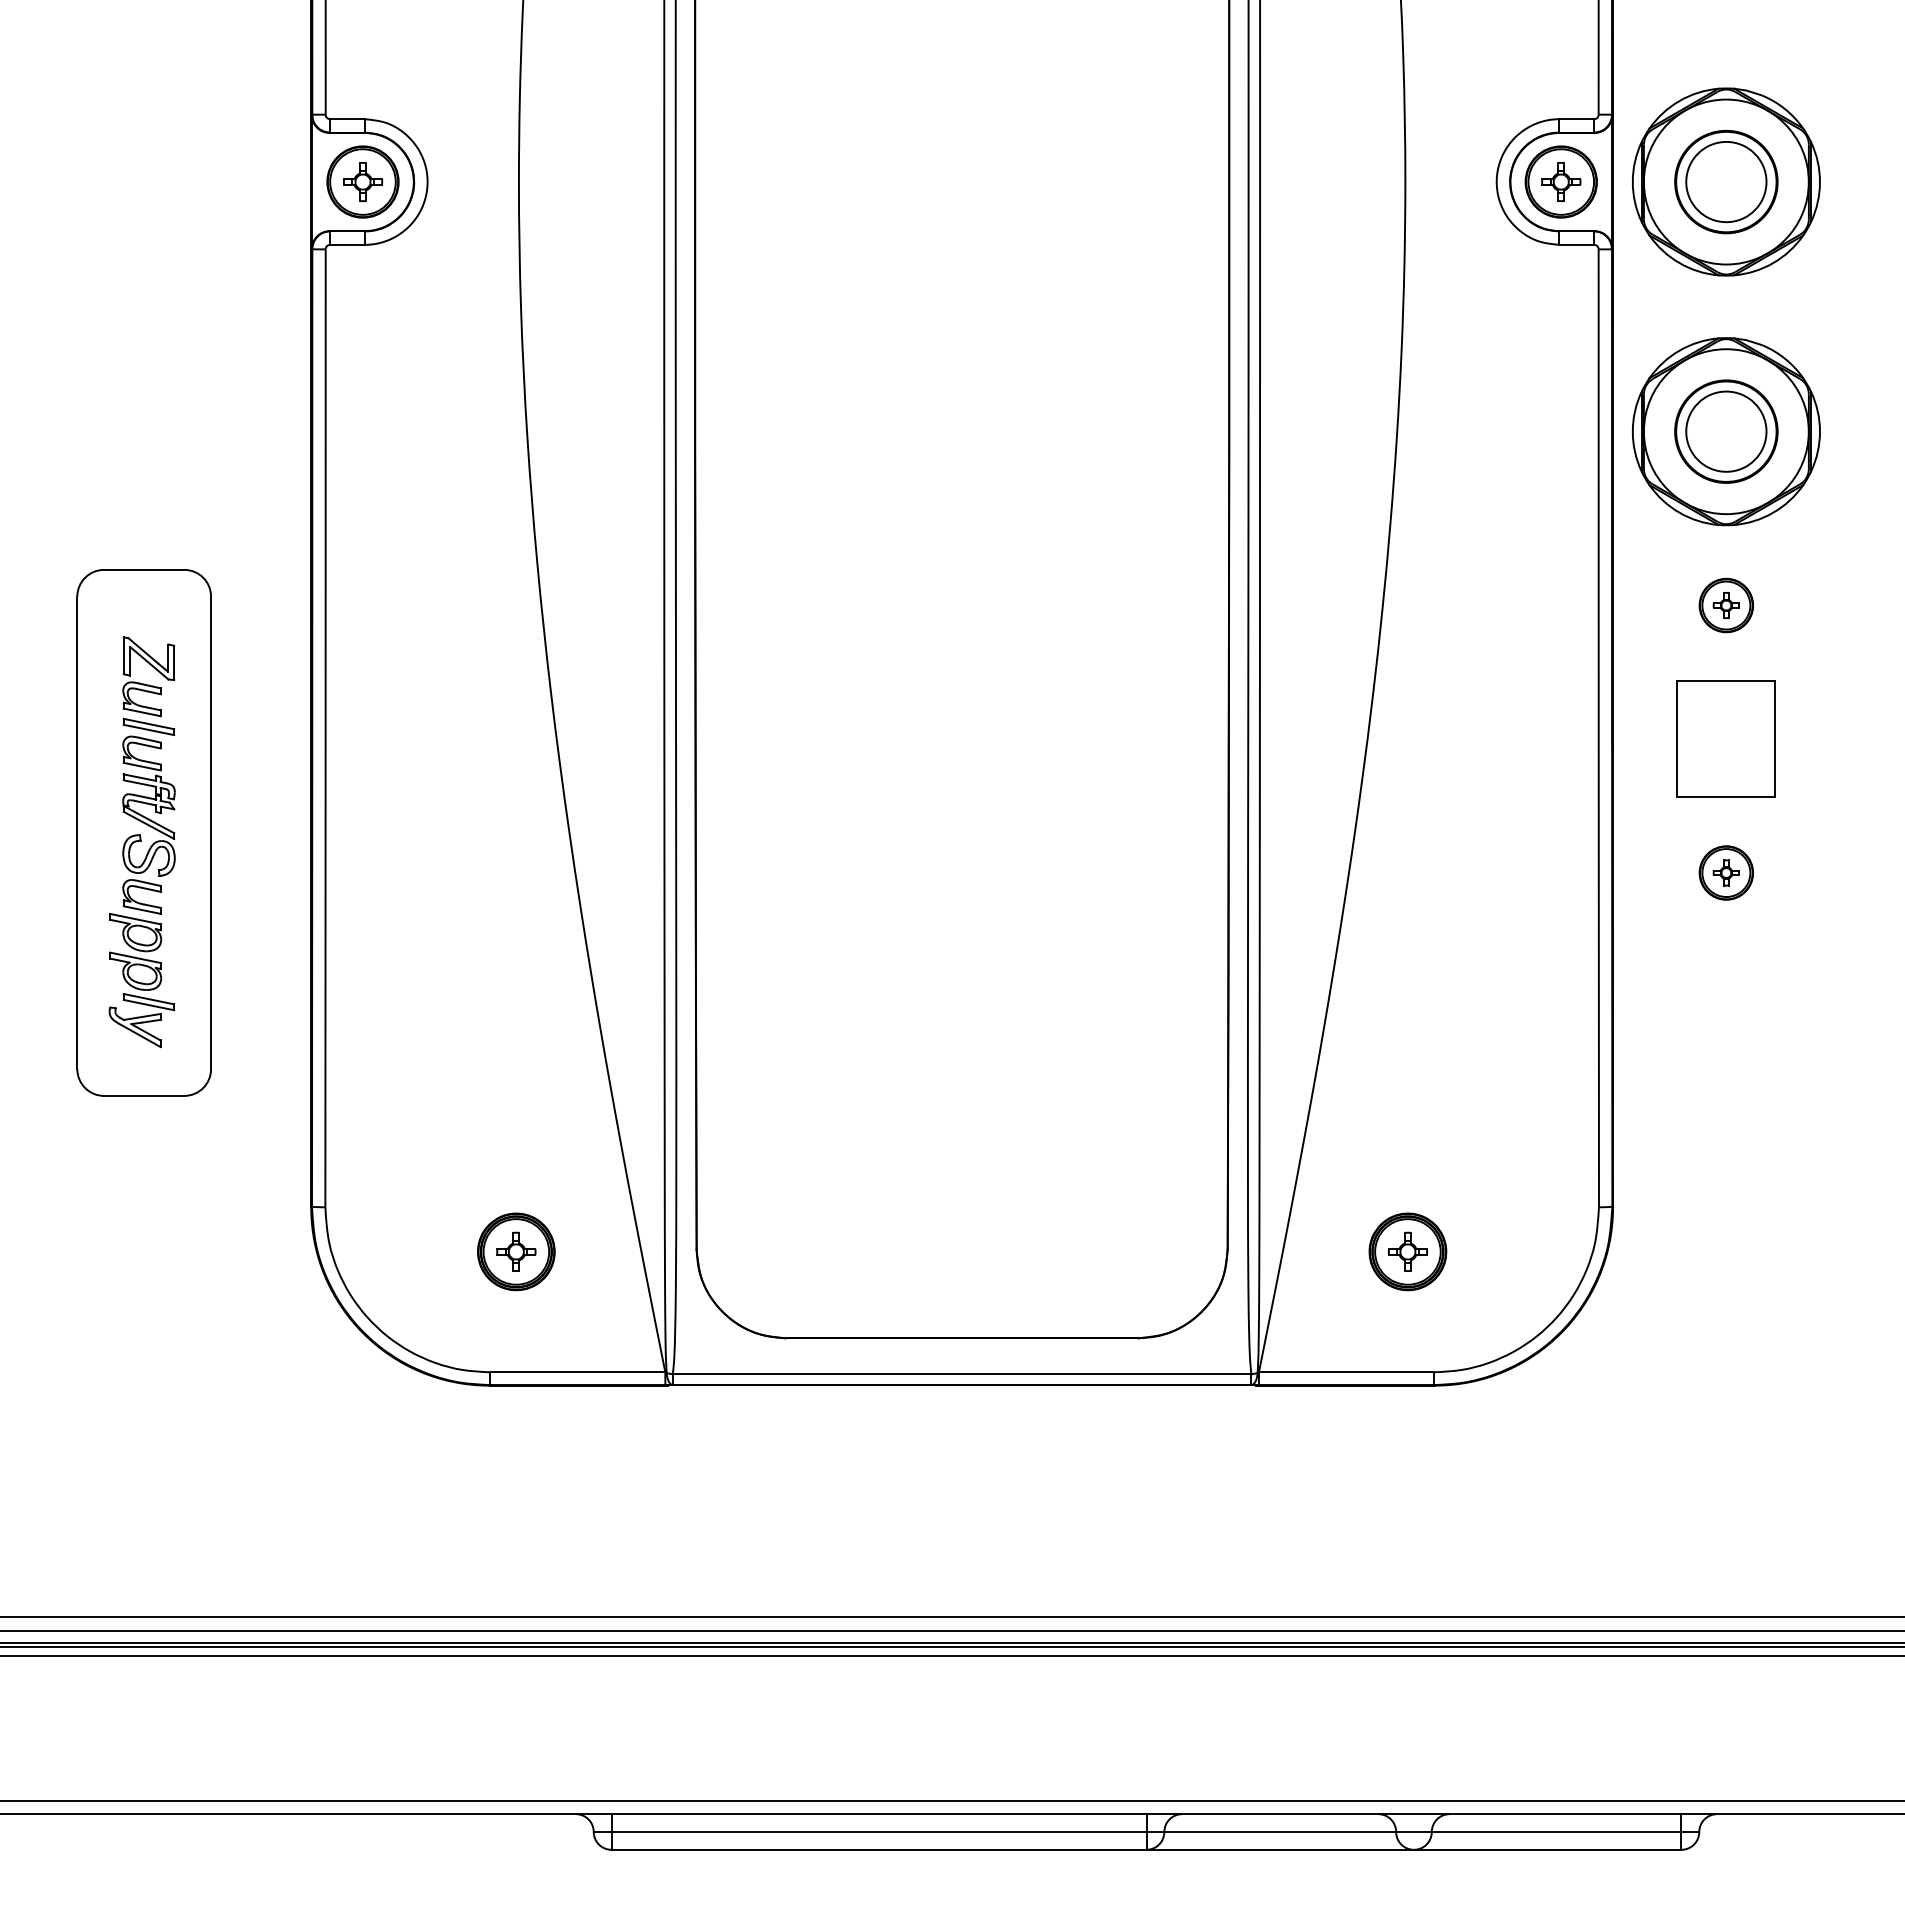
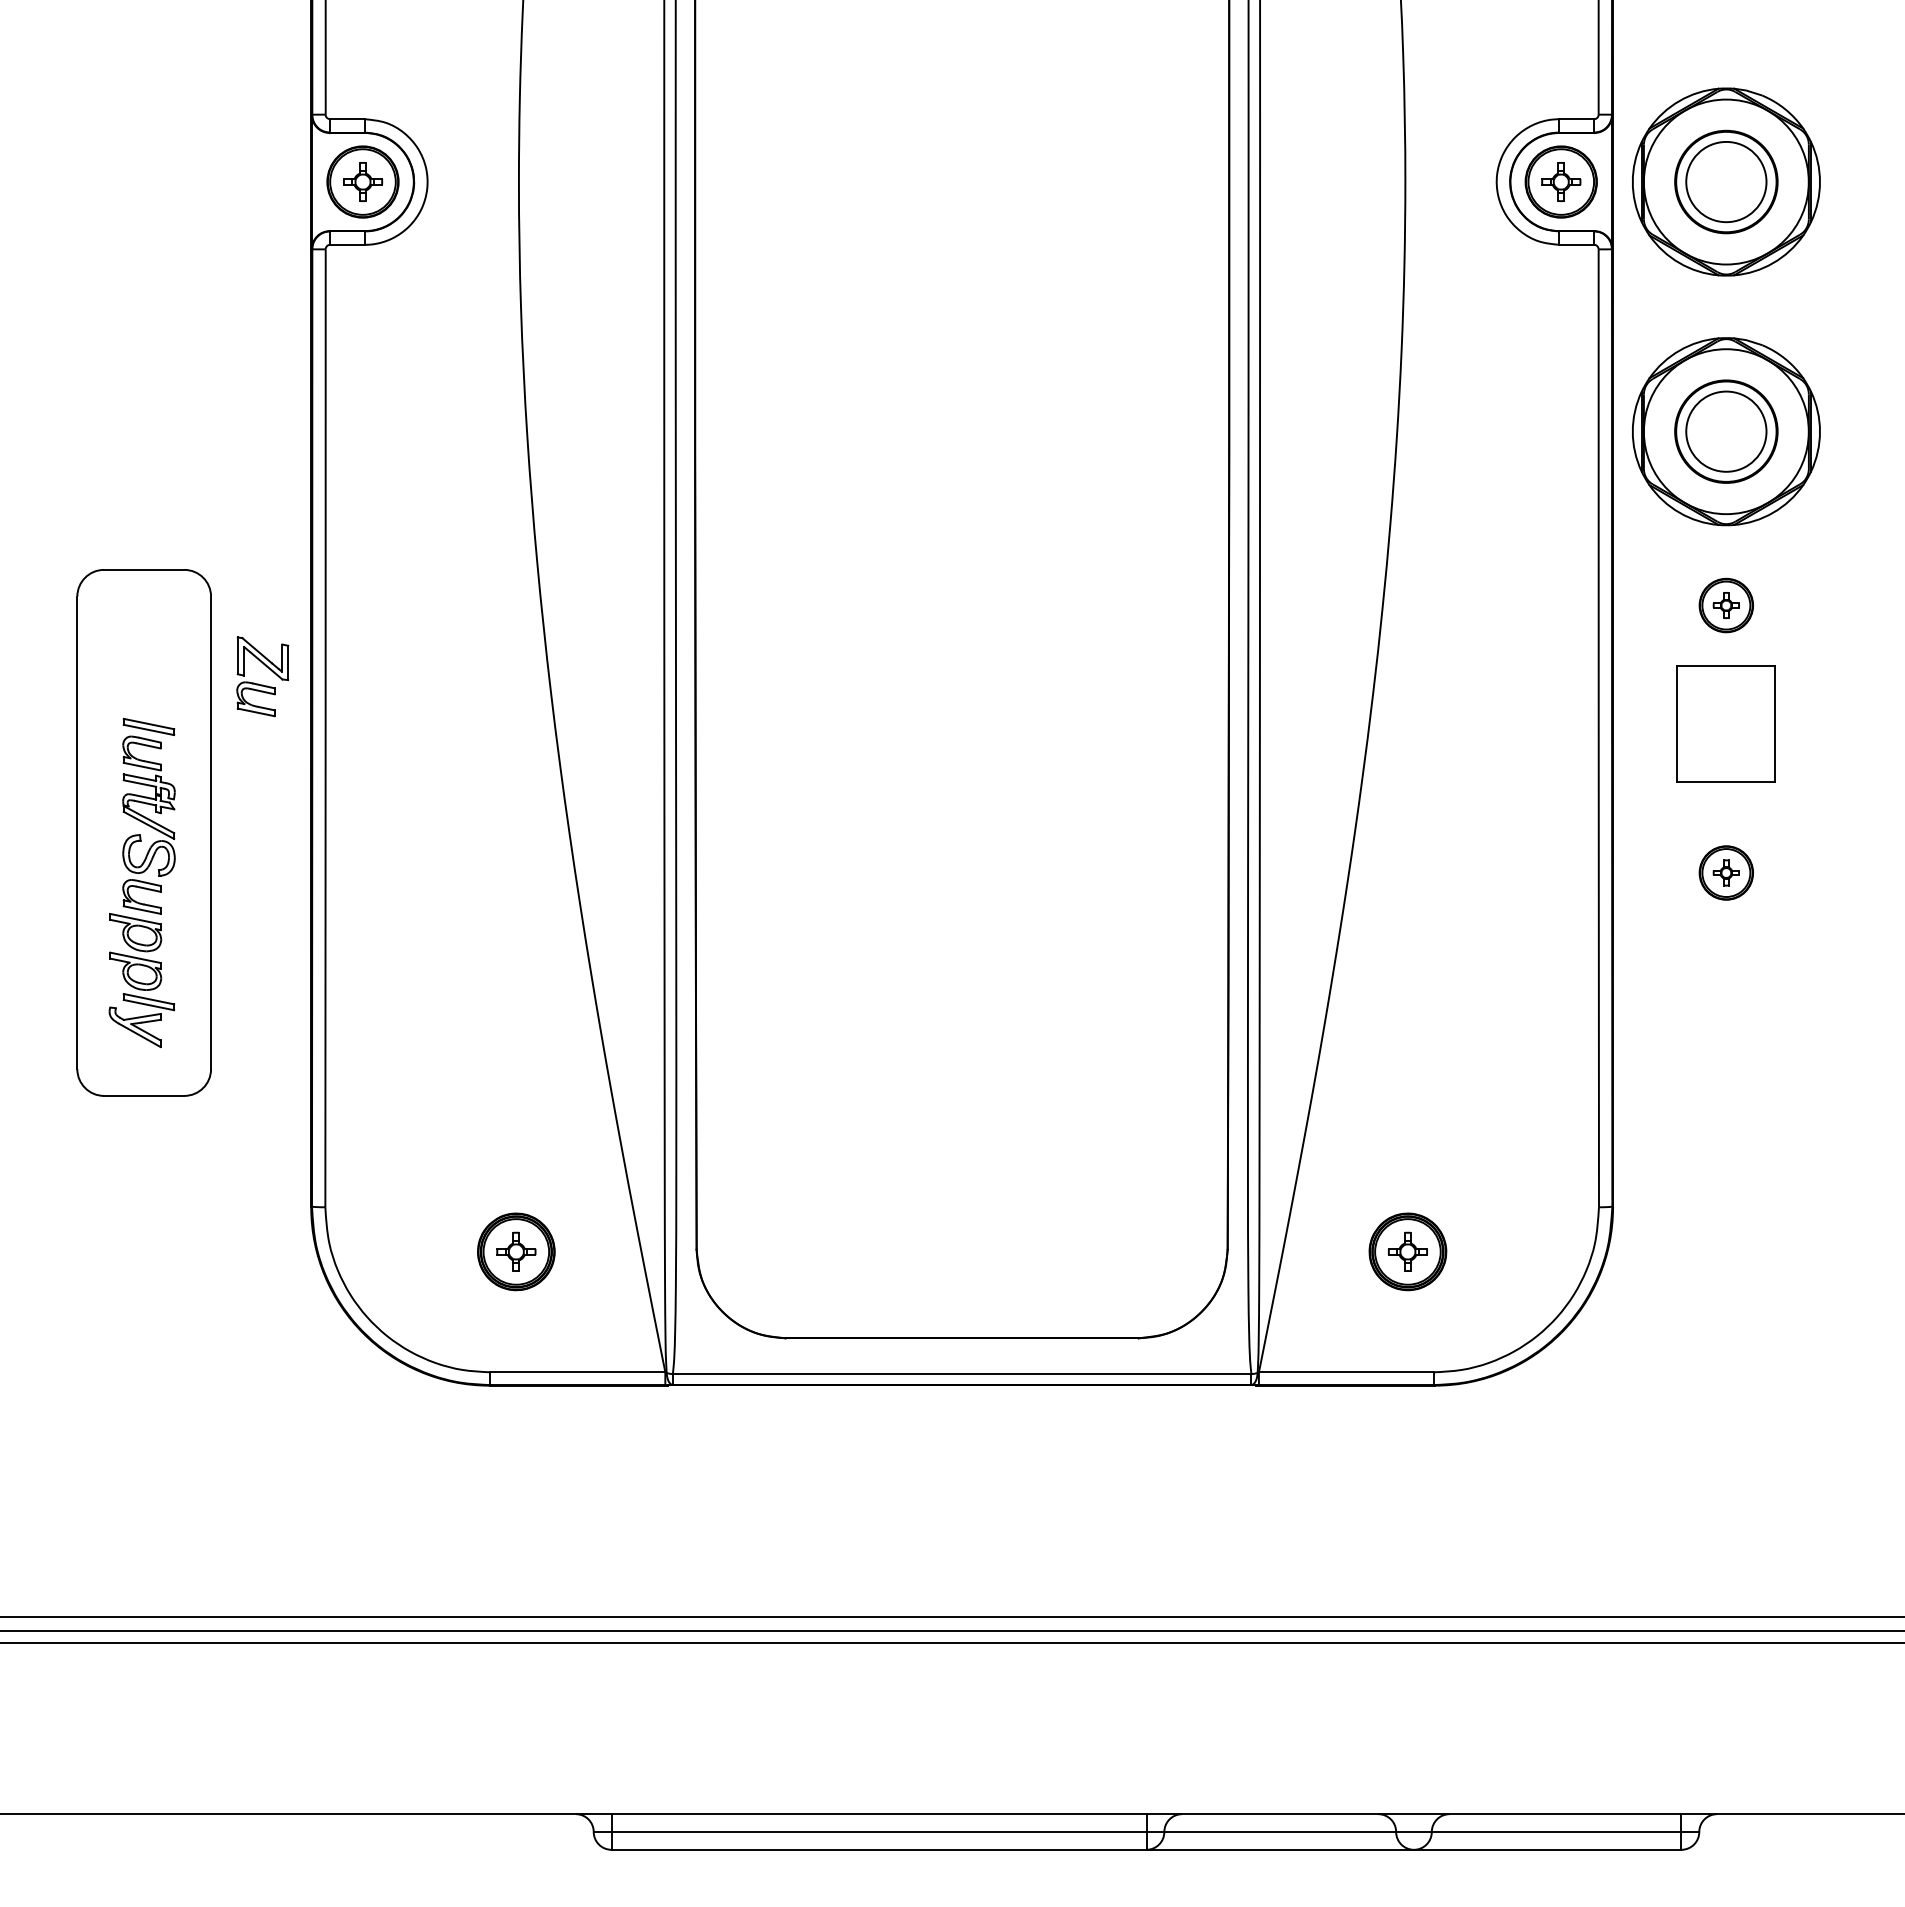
part at (148, 684) position: (148, 684) -> (262, 684)
part at (1725, 738) position: (1725, 738) -> (1725, 723)
line at (951, 1646): present -> none
line at (951, 1655): present -> none
line at (951, 1801): present -> none
